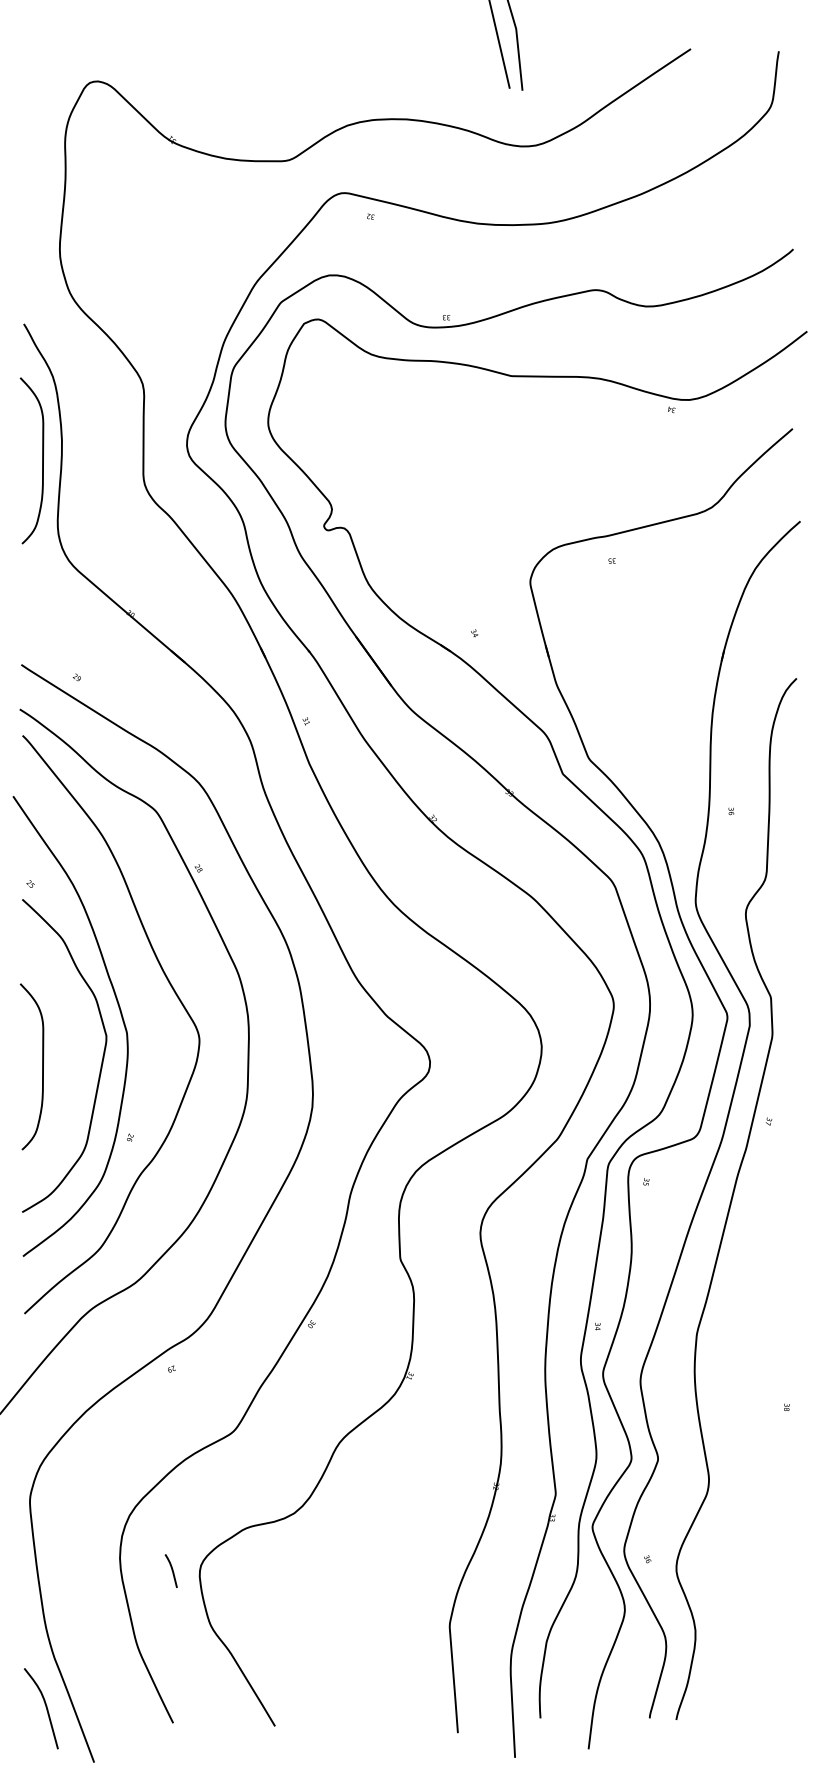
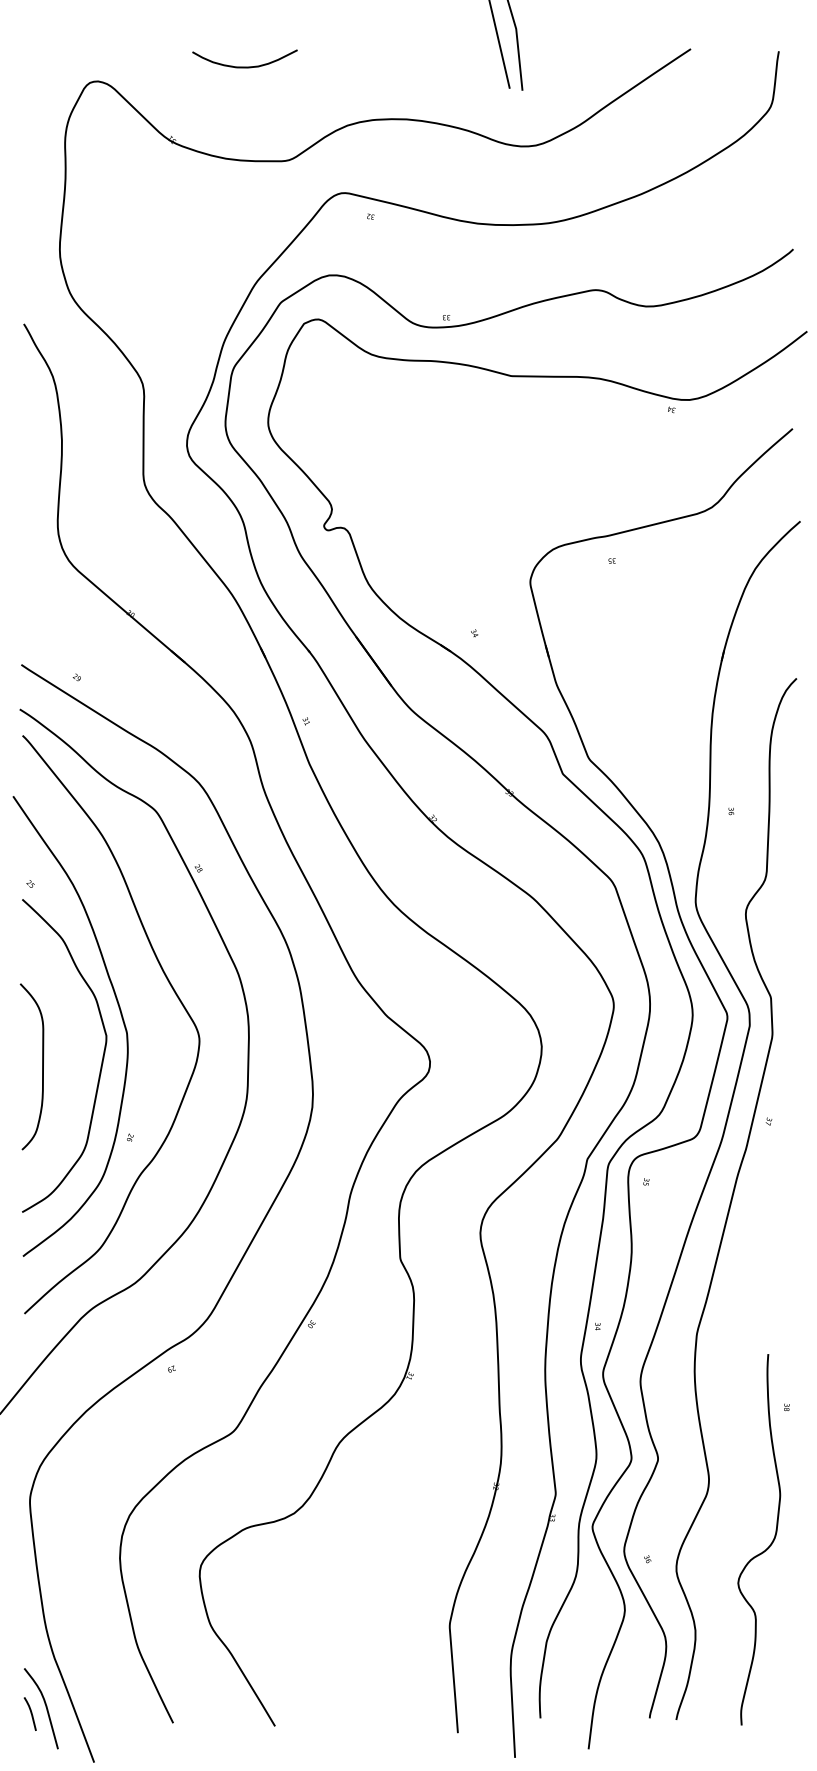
curve at (244, 66): none -> present
curve at (42, 460): present -> none
curve at (767, 1547): none -> present
curve at (171, 1570) position: (171, 1570) -> (30, 1713)
